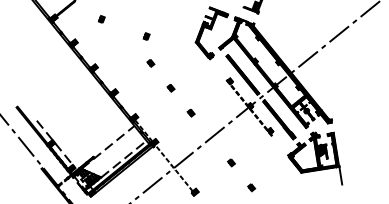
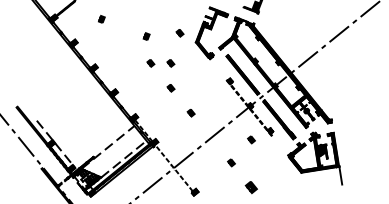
part at (179, 33): none -> present
part at (170, 63): none -> present
part at (251, 139): none -> present
part at (251, 187) size: 10x10 px -> 14x14 px
